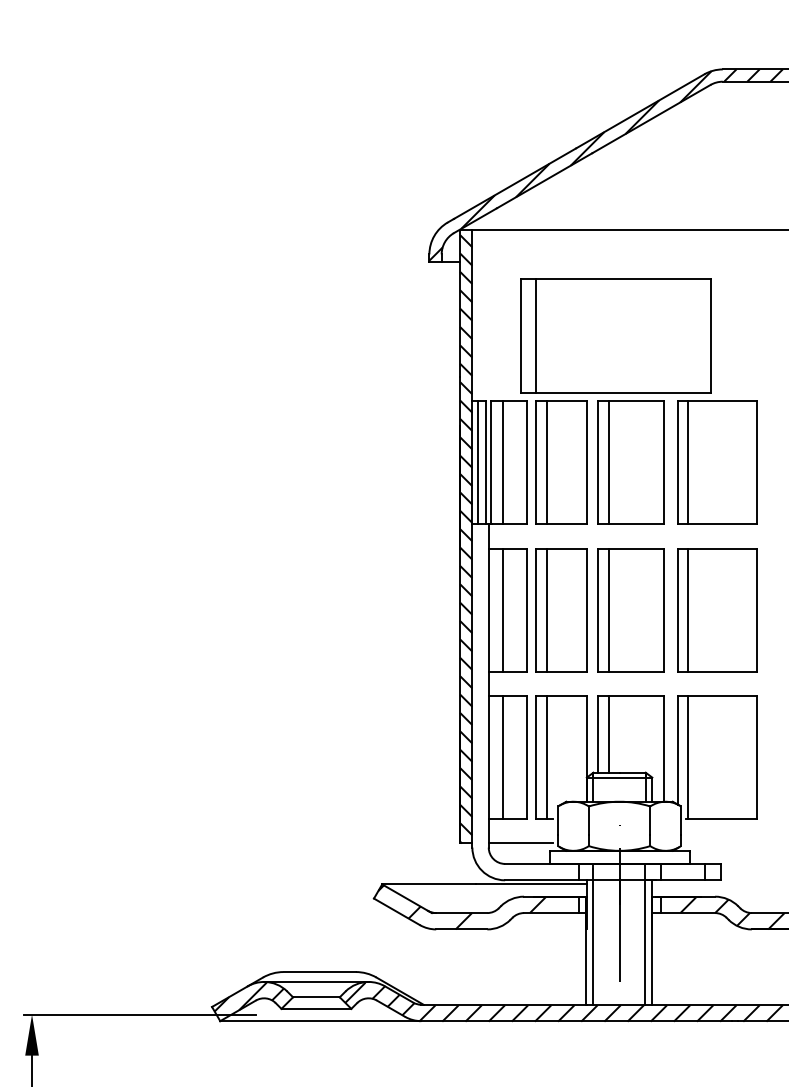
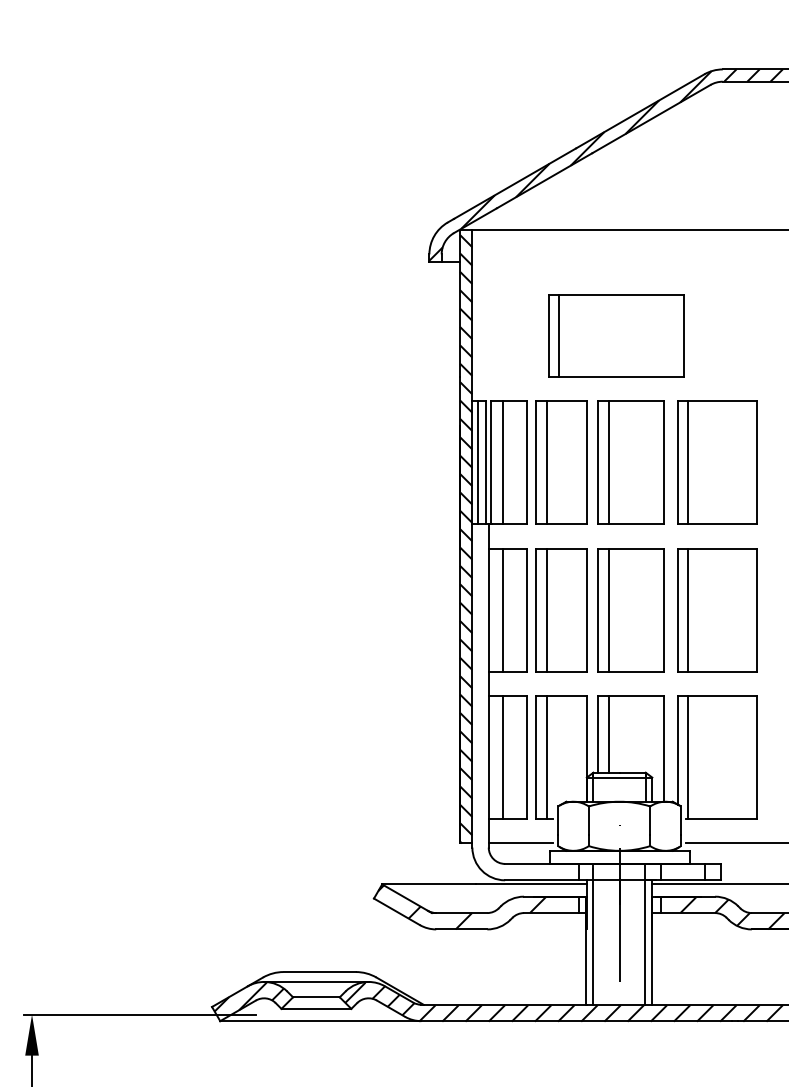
part at (615, 335) size: 192x116 px -> 137x84 px
line at (735, 843): none -> present
line at (718, 884): none -> present
